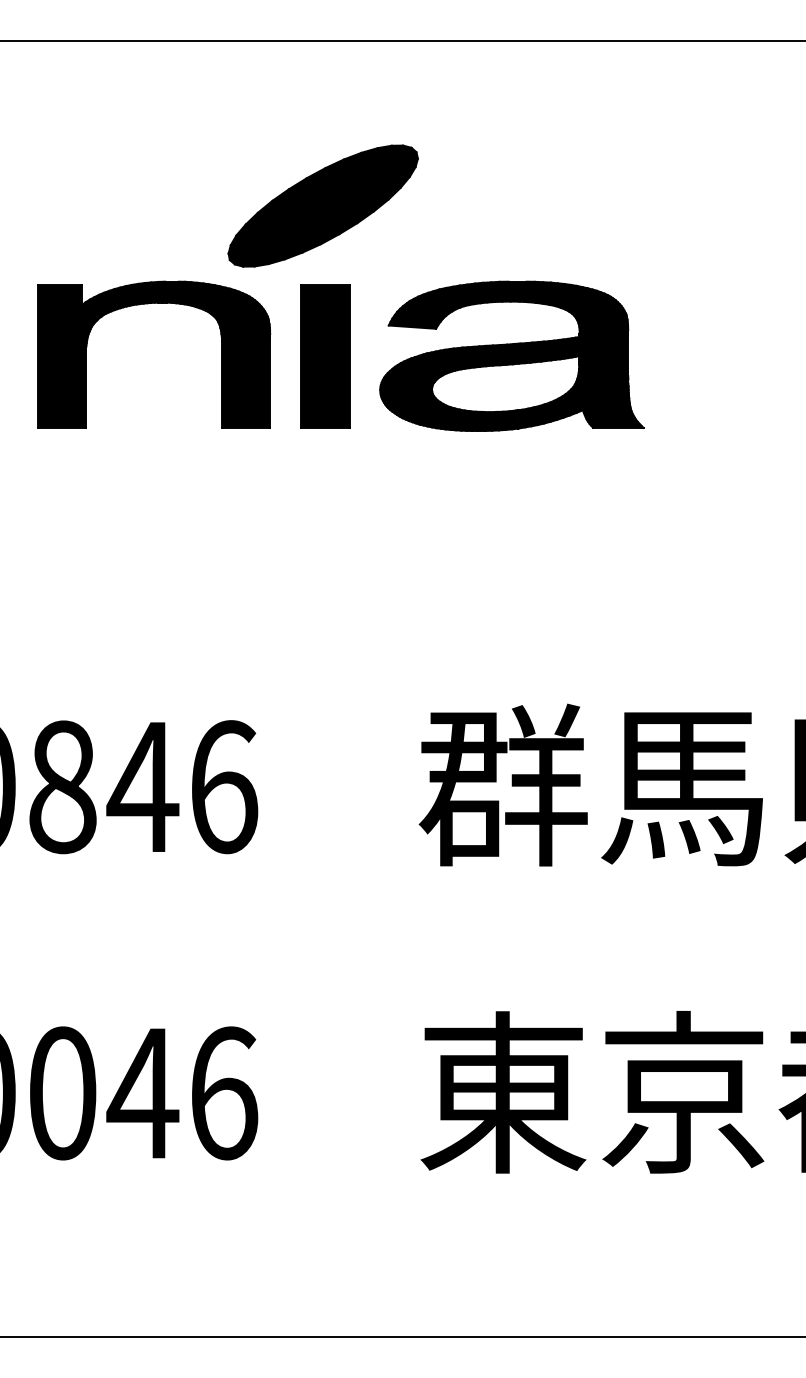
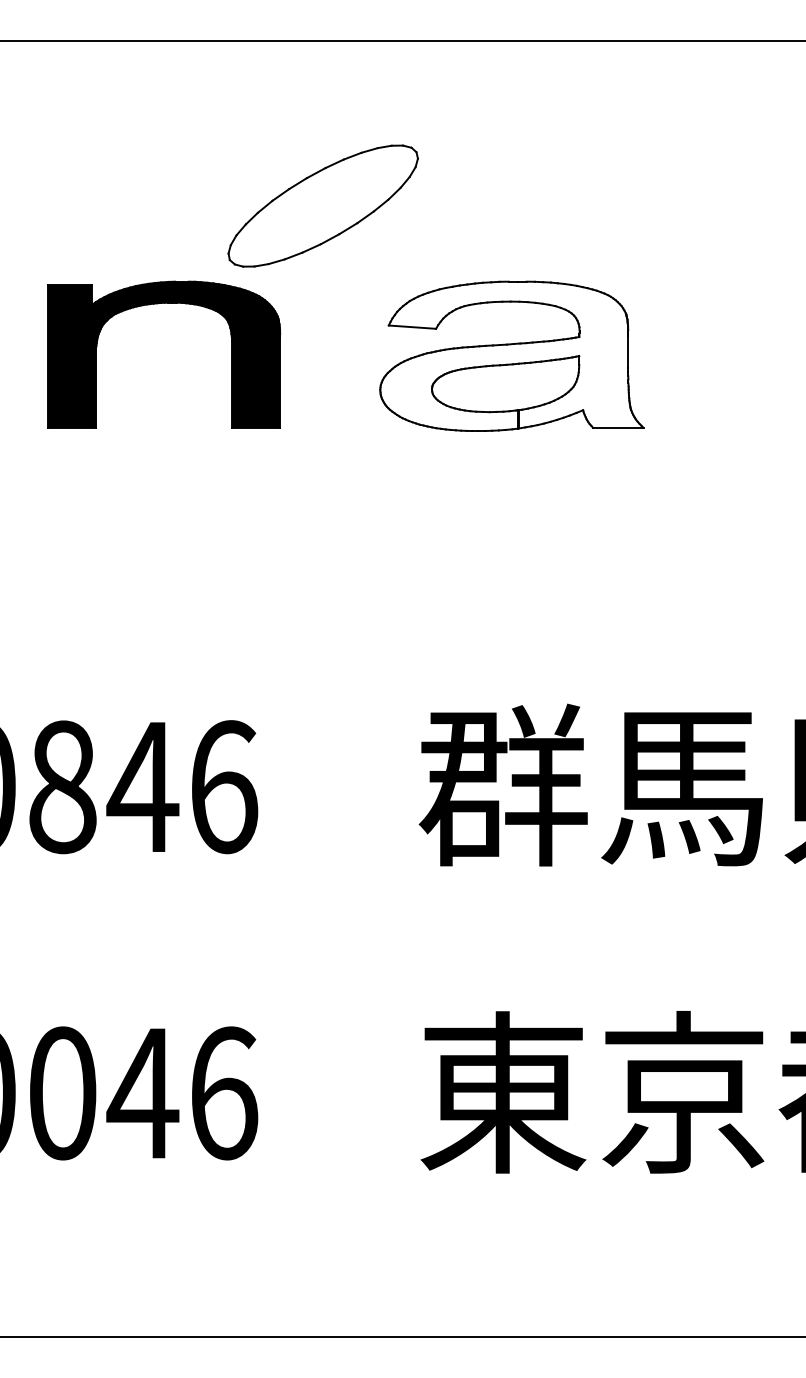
fill at (322, 205): present -> none
part at (148, 304) position: (148, 304) -> (158, 304)
part at (325, 356): present -> none
fill at (511, 356): present -> none
